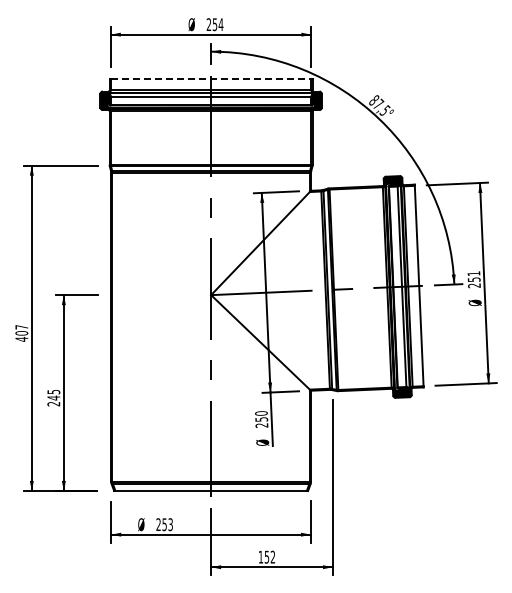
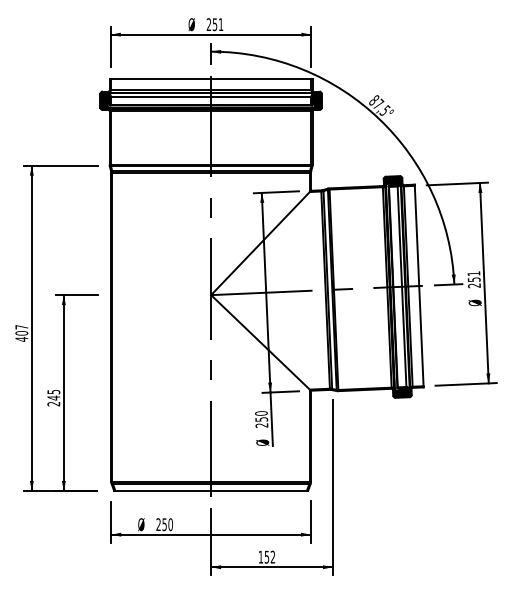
text at (220, 24): 254 -> 251
line at (211, 79): dashed -> solid
text at (170, 524): 253 -> 250
